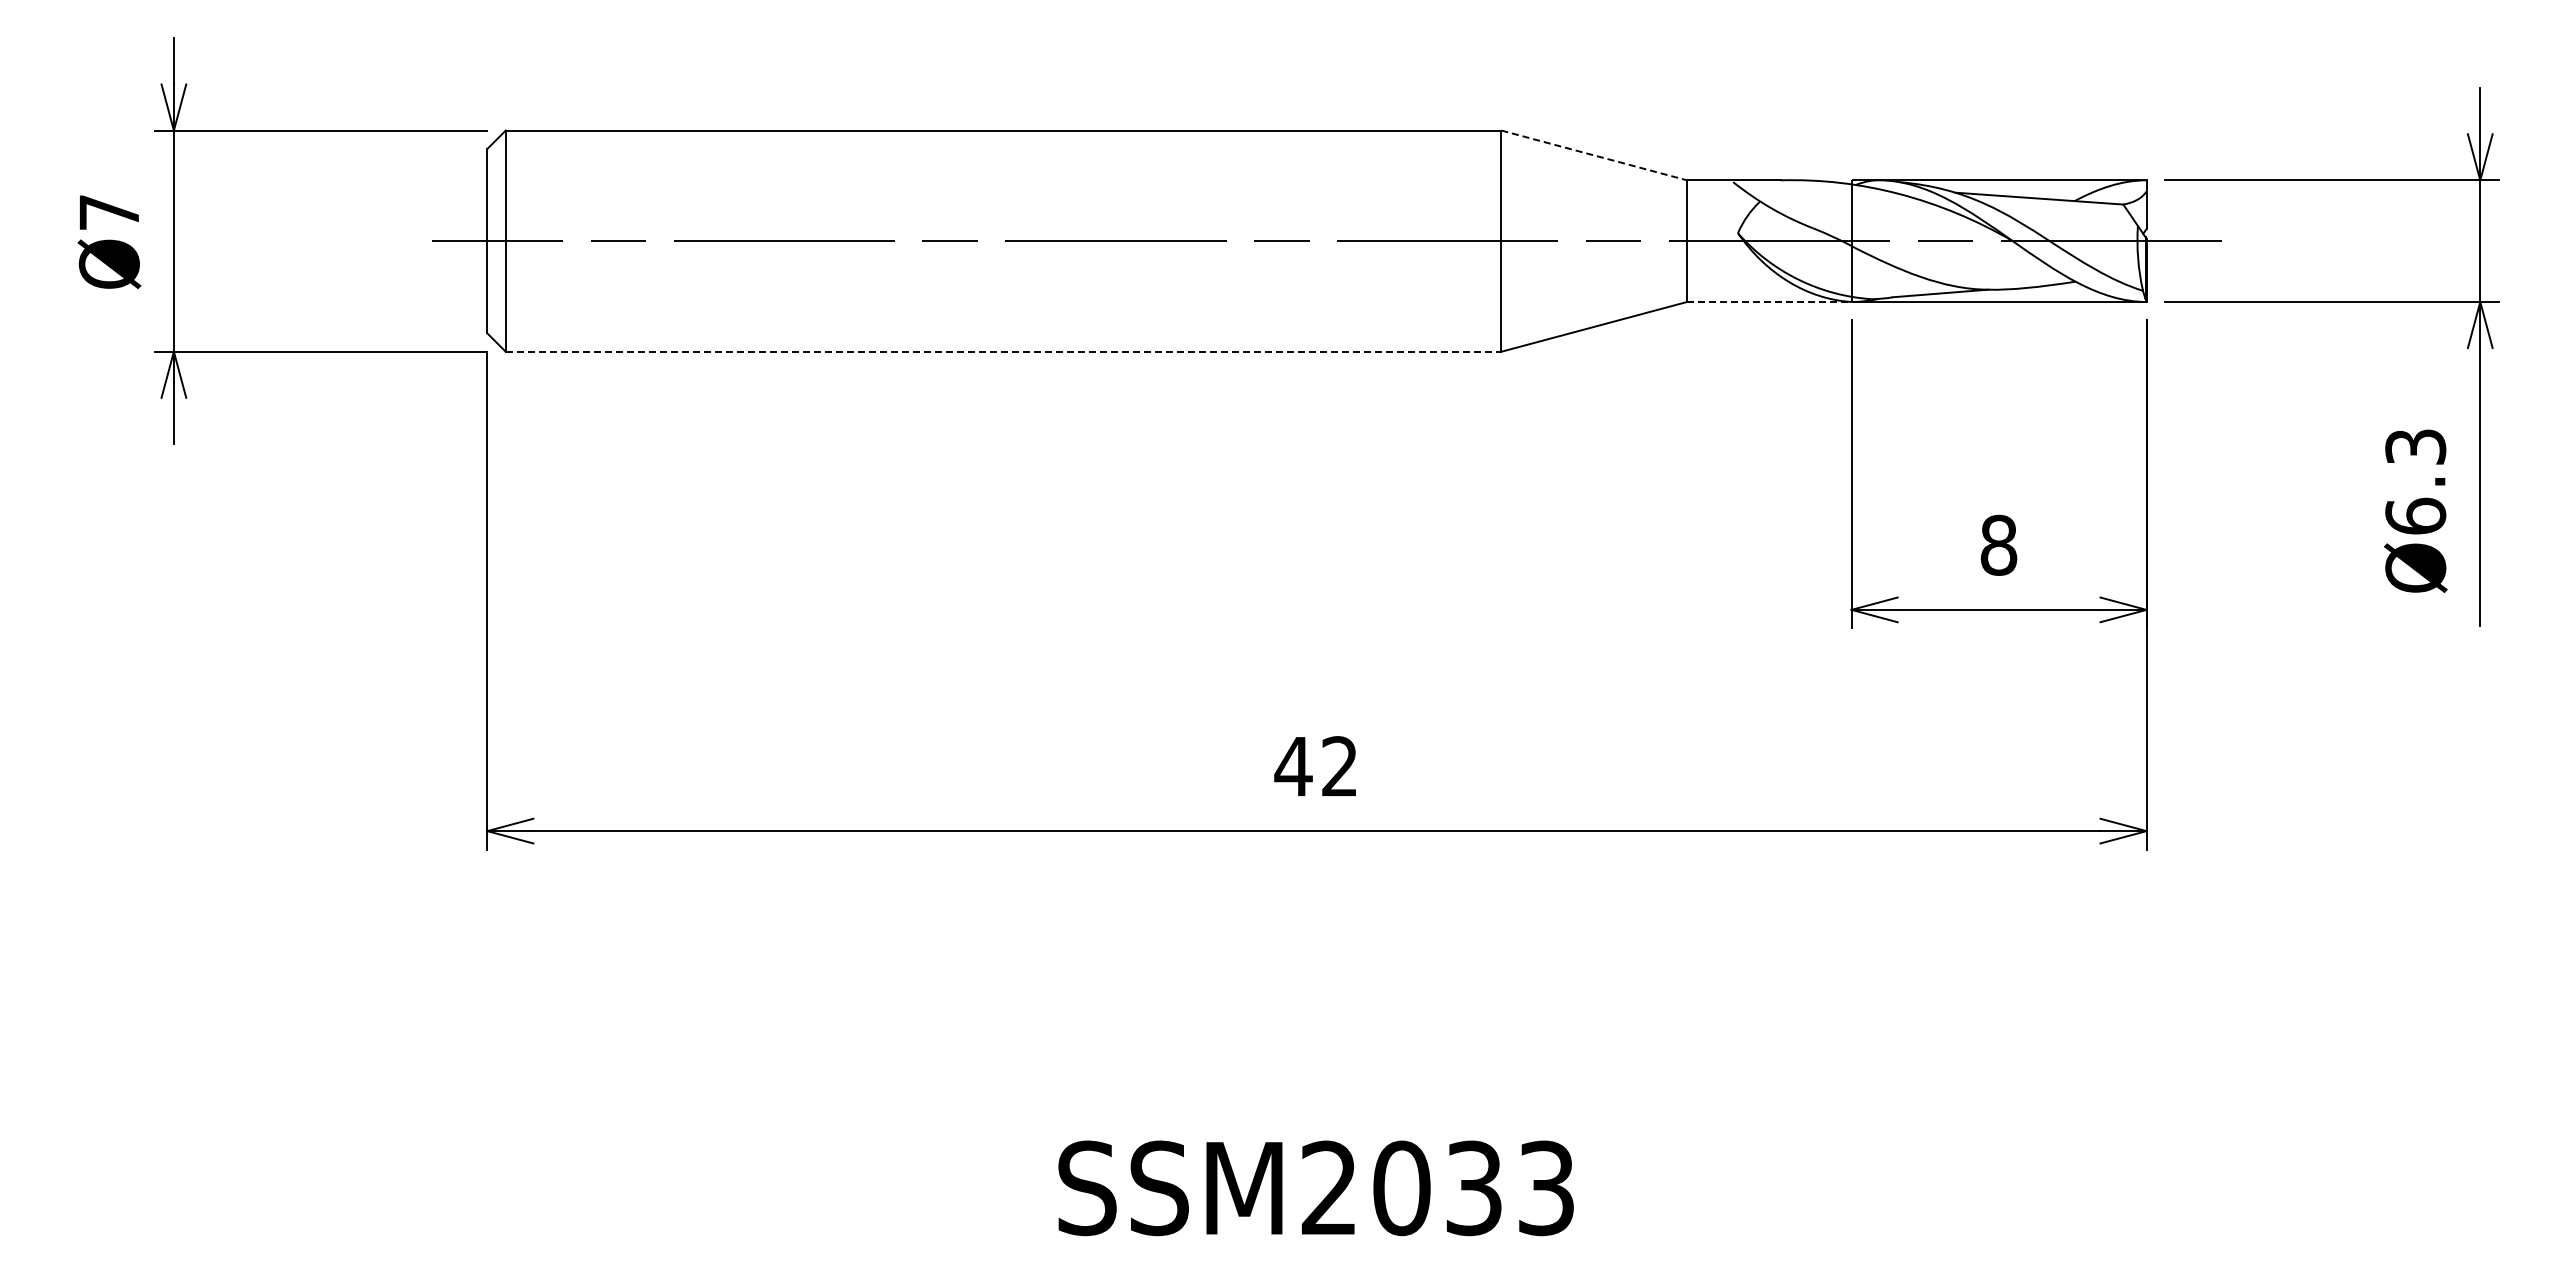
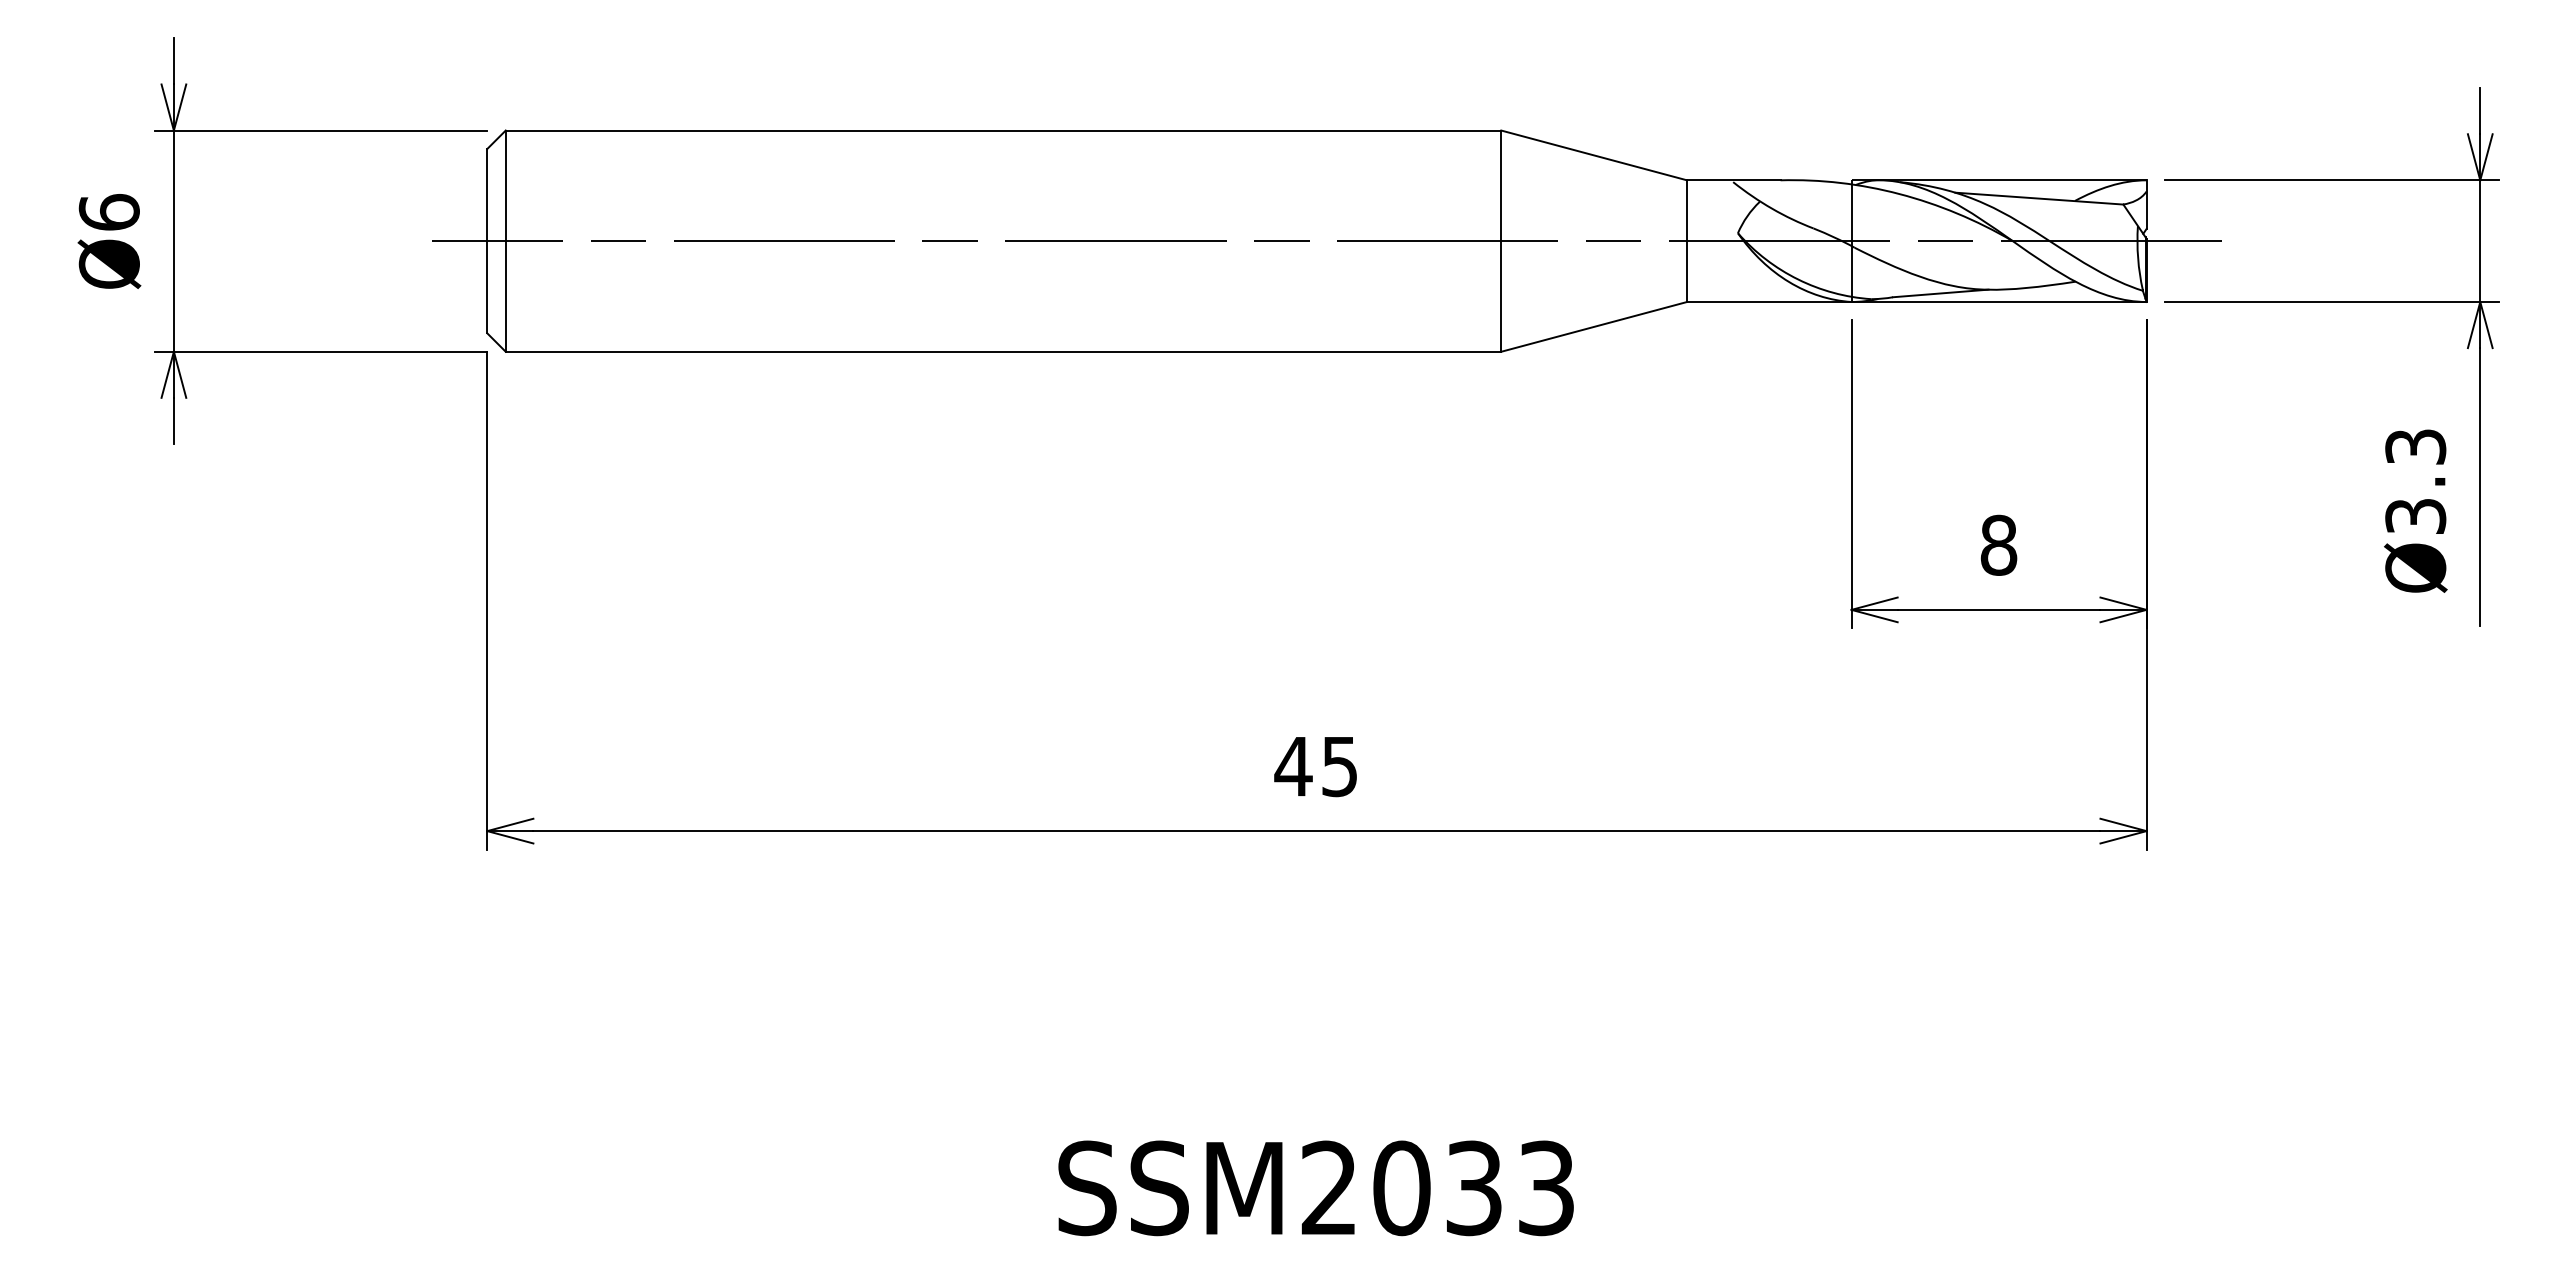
line at (1594, 155): dashed -> solid
text at (108, 212): Ø7 -> Ø6
line at (1769, 302): dashed -> solid
line at (1003, 351): dashed -> solid
text at (2415, 515): Ø6.3 -> Ø3.3
text at (1339, 766): 42 -> 45
